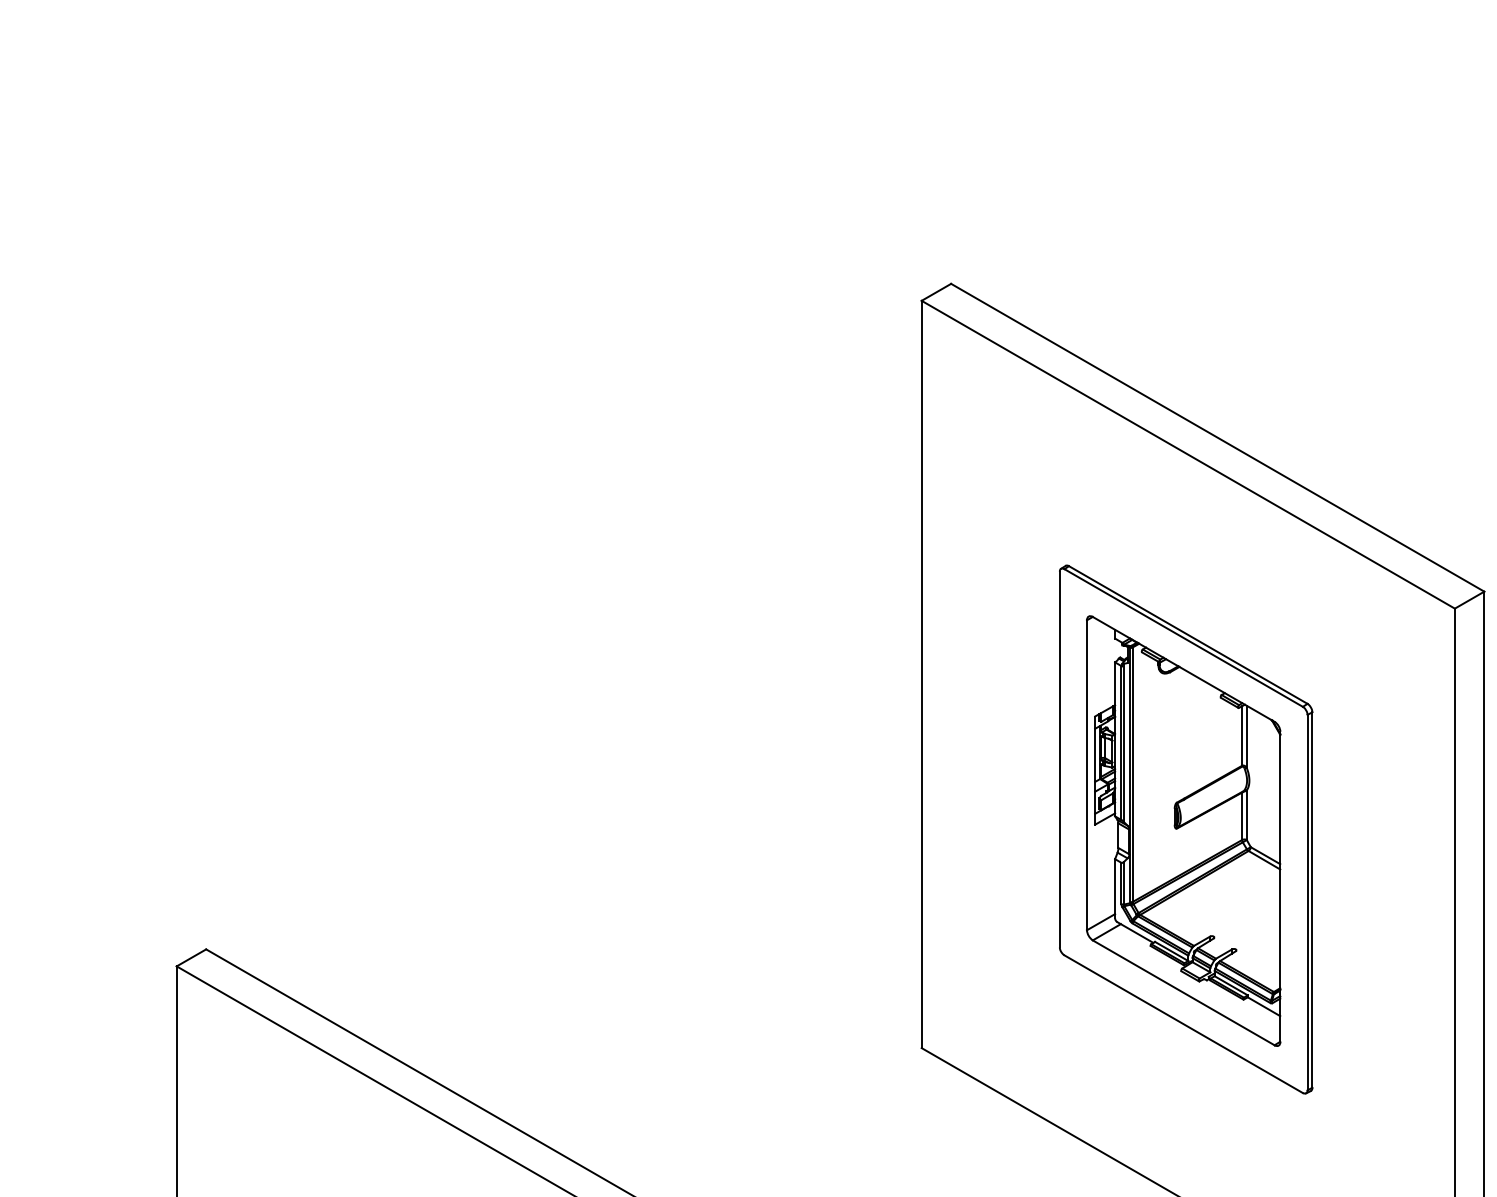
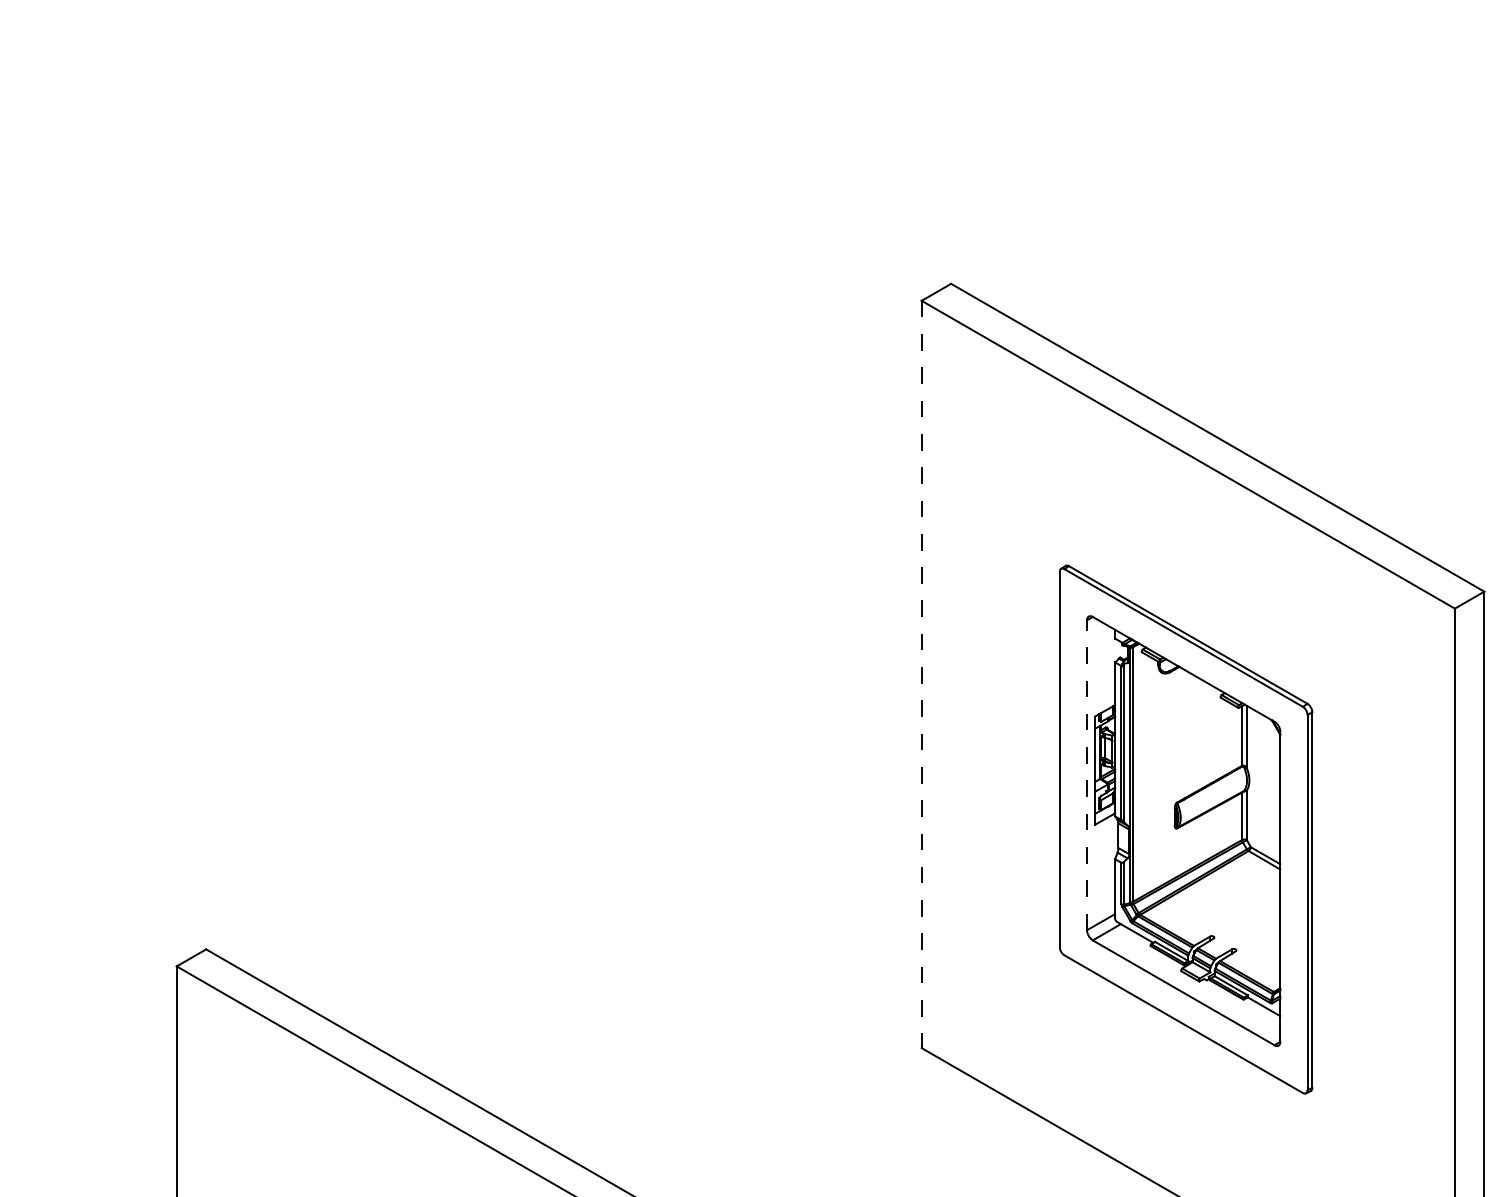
line at (921, 674): solid -> dashed
line at (1086, 775): solid -> dashed
